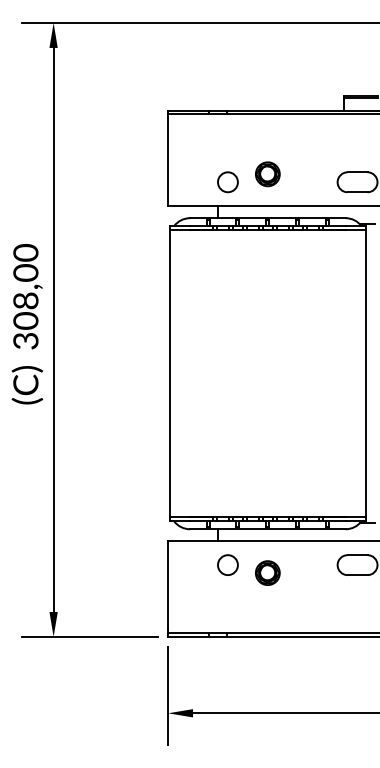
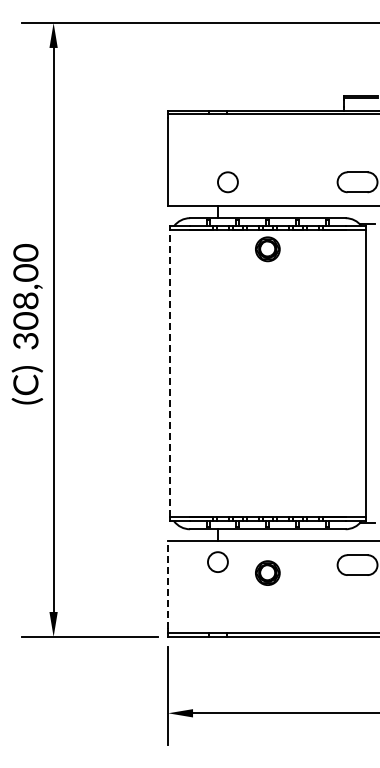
part at (267, 174) position: (267, 174) -> (267, 249)
line at (170, 373): solid -> dashed
circle at (227, 564) position: (227, 564) -> (217, 561)
line at (168, 585): solid -> dashed
